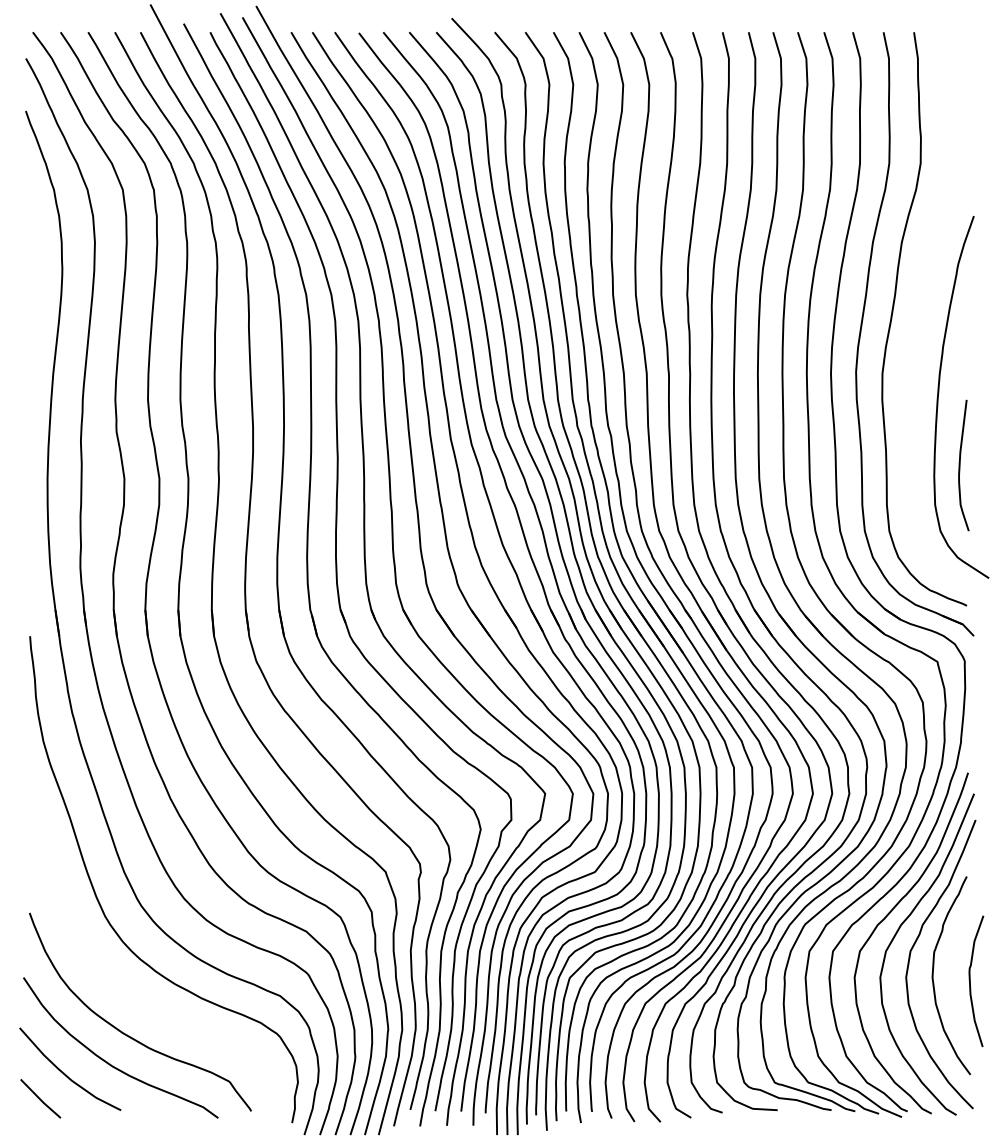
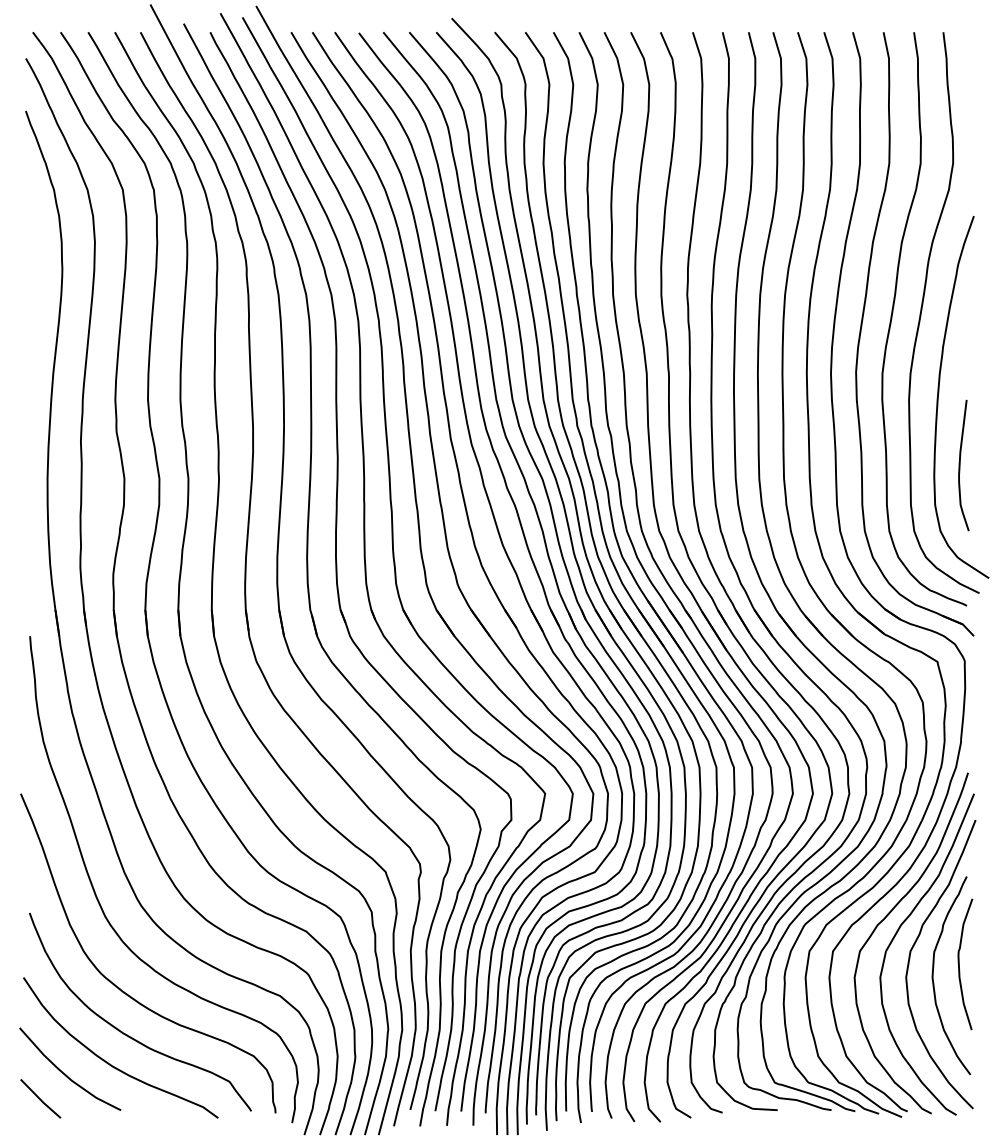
curve at (922, 310): none -> present
curve at (970, 981) position: (970, 981) -> (959, 964)
curve at (118, 986): none -> present
